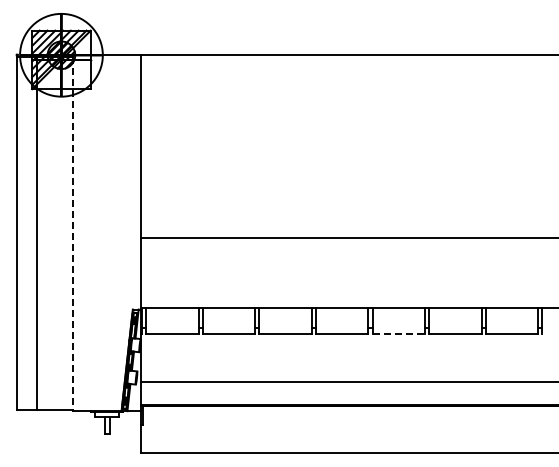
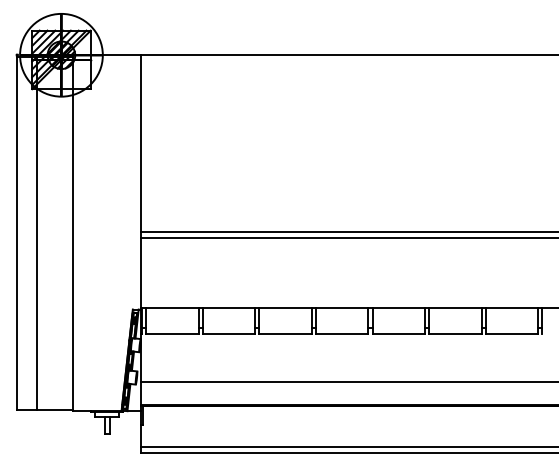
line at (348, 231): none -> present
line at (72, 233): dashed -> solid
line at (399, 333): dashed -> solid
line at (348, 446): none -> present
